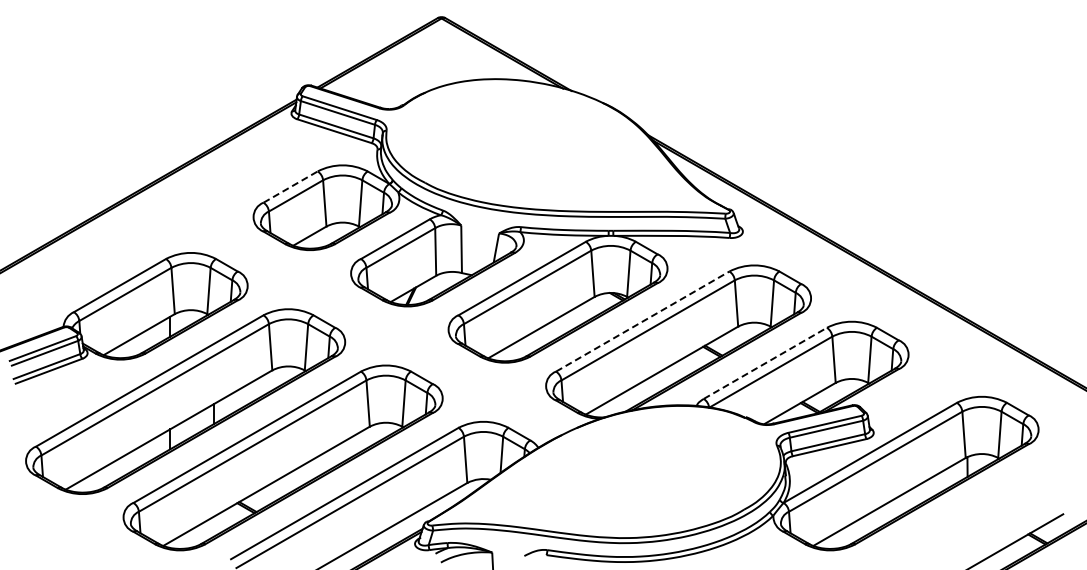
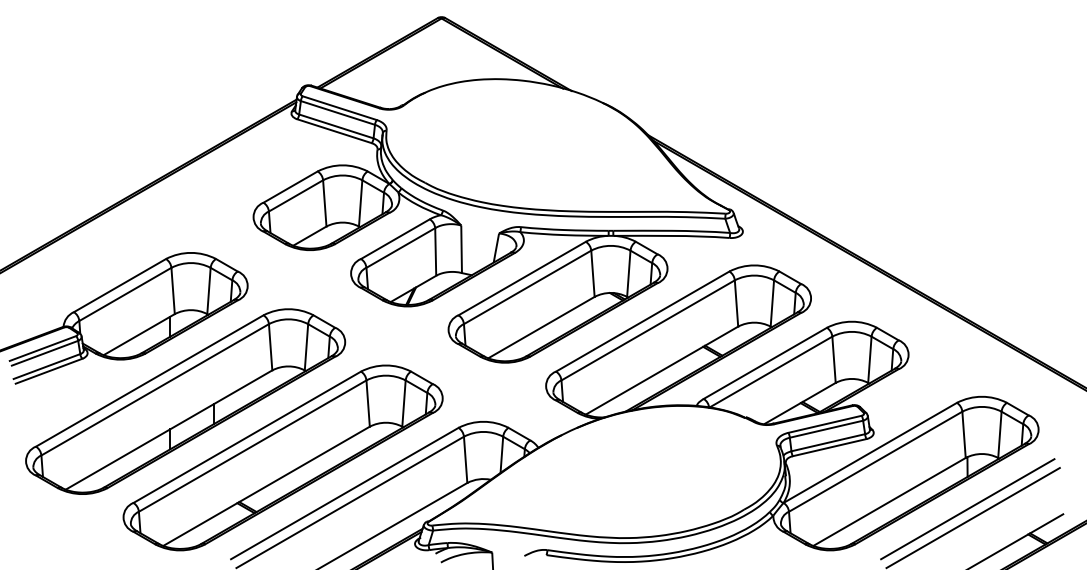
line at (291, 186): dashed -> solid
line at (643, 321): dashed -> solid
line at (765, 363): dashed -> solid
line at (967, 509): none -> present
line at (974, 516): none -> present
